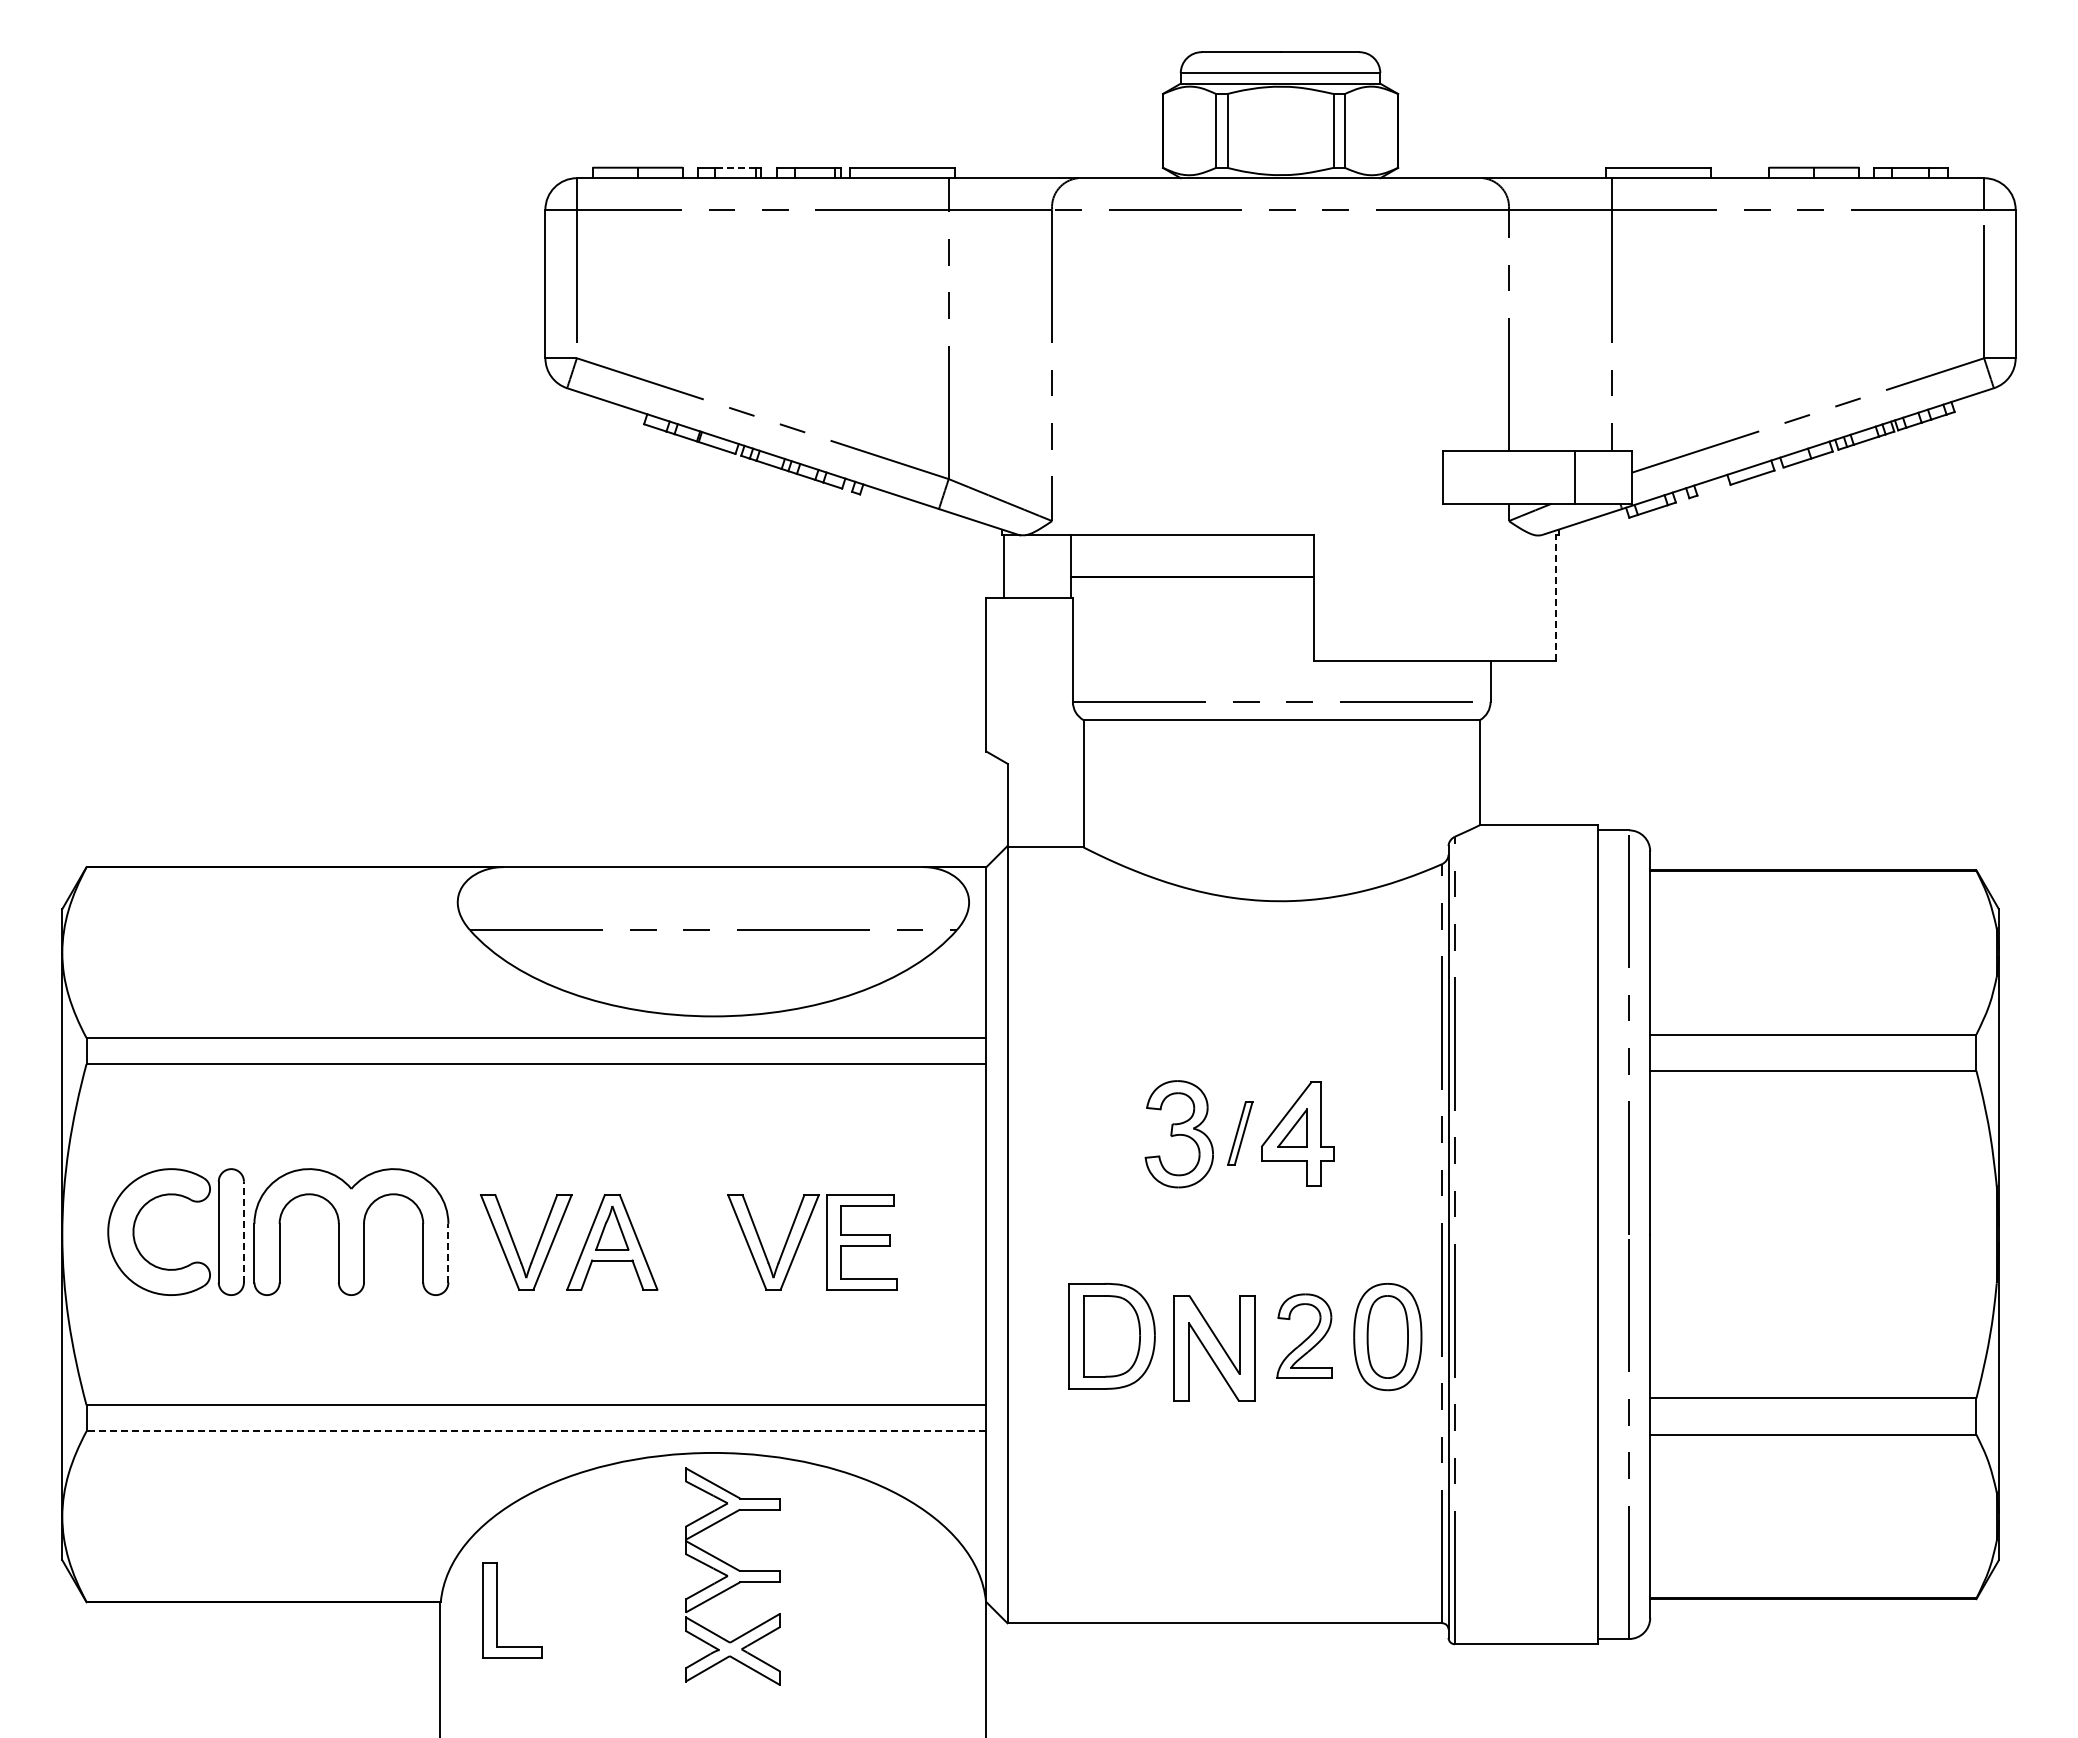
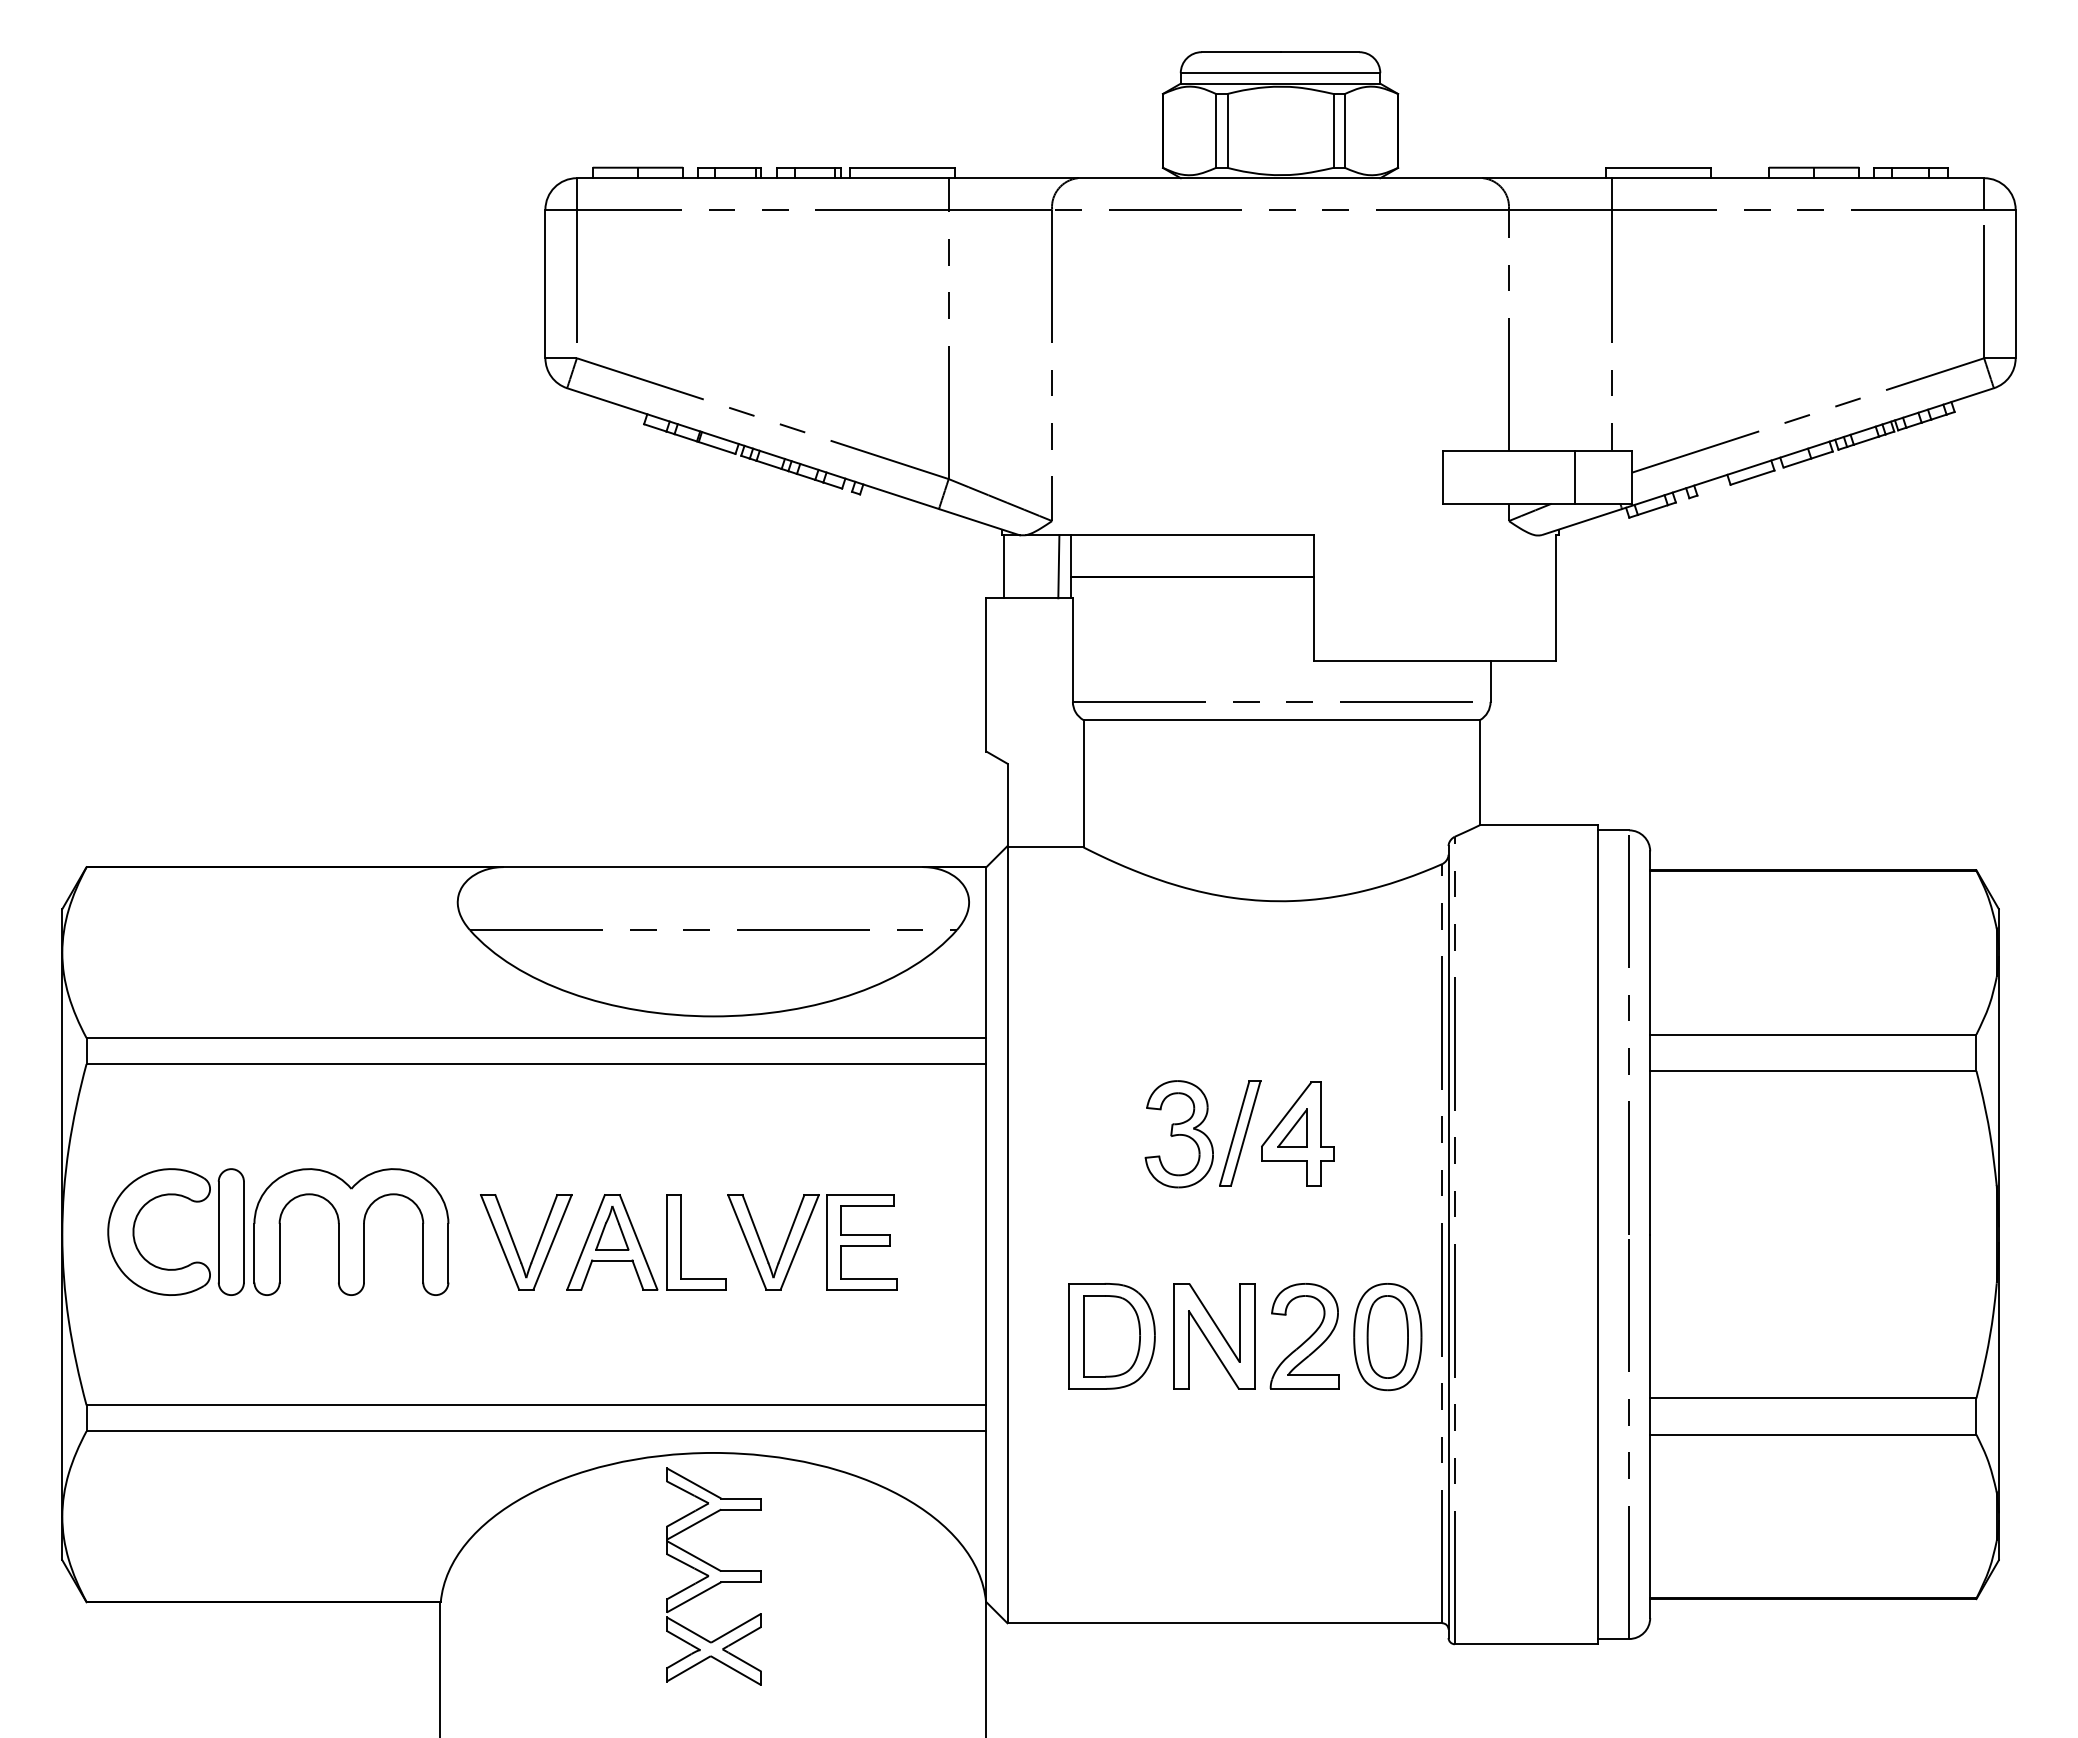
line at (735, 167): dashed -> solid
line at (1058, 566): none -> present
line at (1556, 597): dashed -> solid
part at (1240, 1133) size: 27x65 px -> 43x107 px
line at (243, 1231): dashed -> solid
line at (448, 1252): dashed -> solid
part at (1304, 1335) size: 57x86 px -> 71x107 px
part at (1214, 1348) position: (1214, 1348) -> (1214, 1336)
line at (536, 1431): dashed -> solid
part at (732, 1576) position: (732, 1576) -> (713, 1576)
part at (497, 1610) position: (497, 1610) -> (681, 1242)
